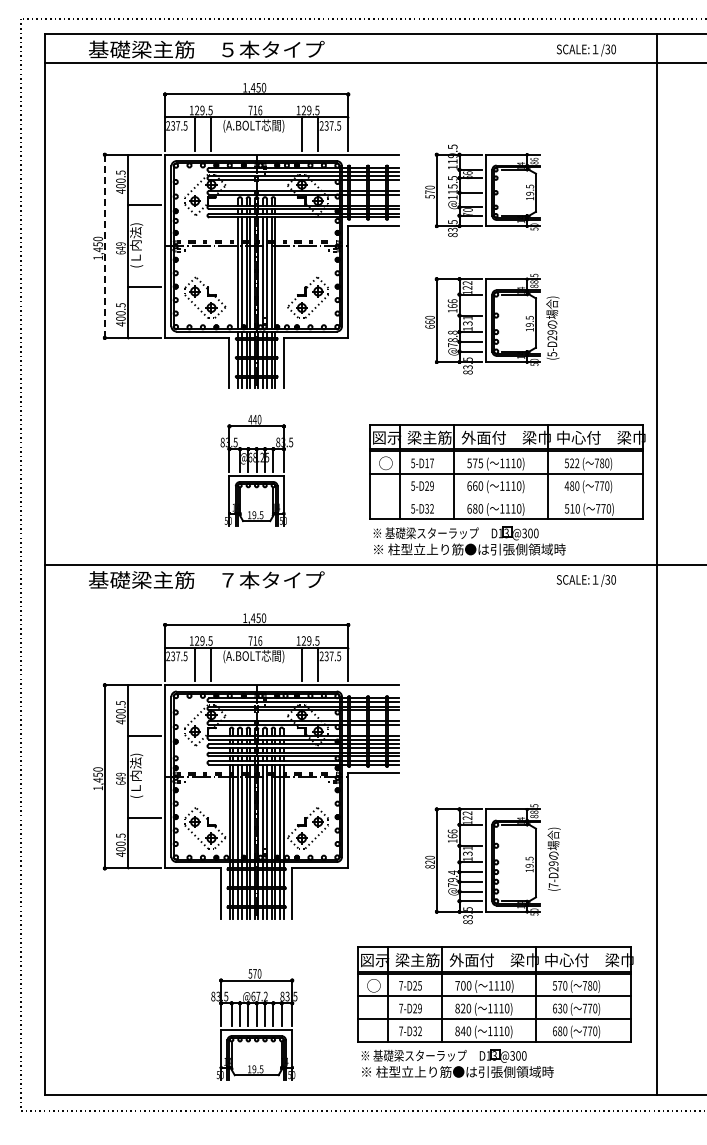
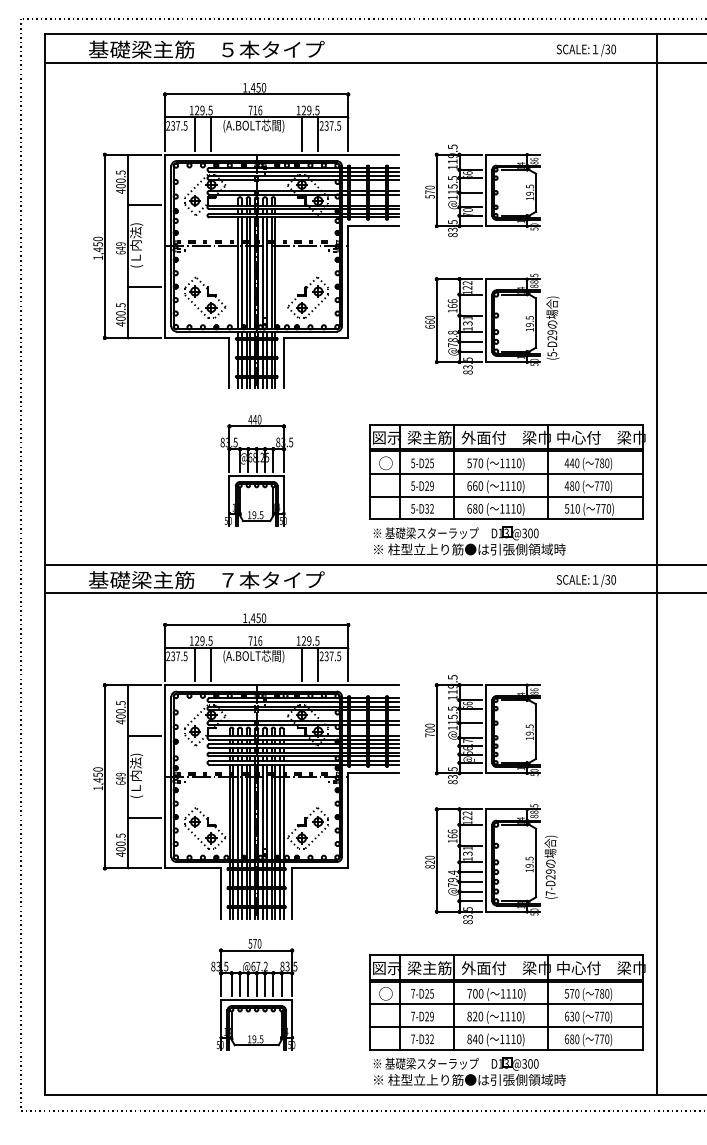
line at (104, 246): dashed -> solid
text at (480, 462): 575 -> 570
text at (429, 463): 5-D17 -> 5-D25
text at (571, 463): 522 -> 440
line at (506, 496): none -> present
line at (373, 593): none -> present
part at (482, 729): none -> present
text at (553, 858) position: (553, 858) -> (550, 866)
part at (495, 1011) position: (495, 1011) -> (507, 1019)
part at (254, 1024) position: (254, 1024) -> (254, 994)
